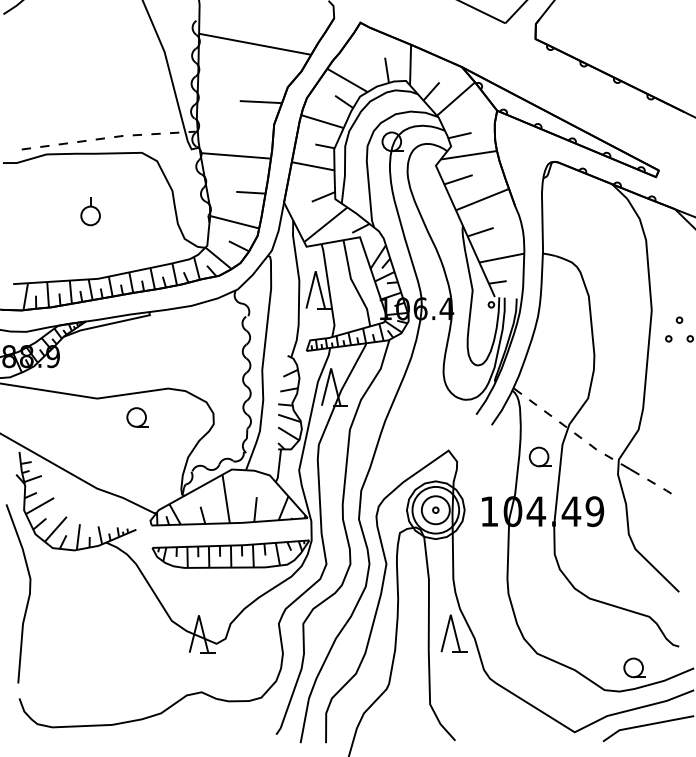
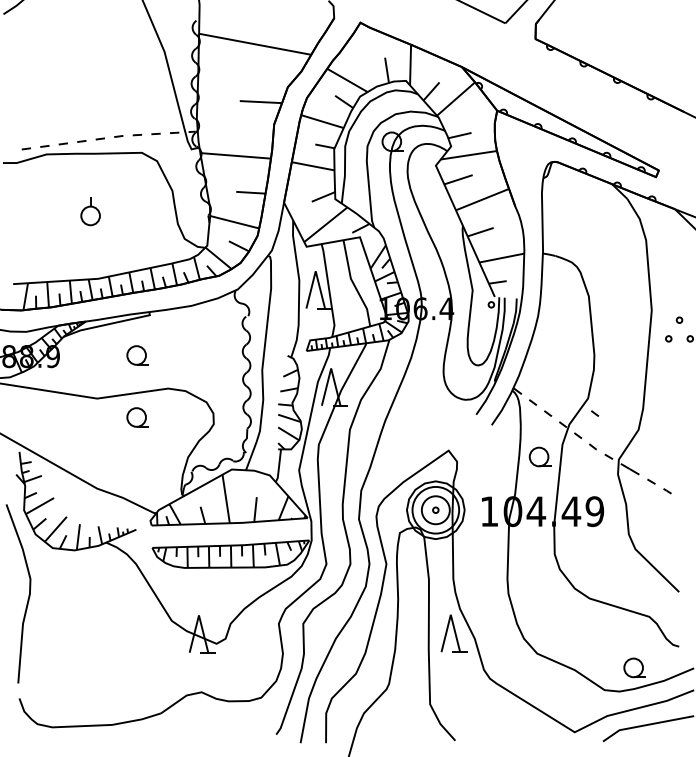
part at (137, 355): none -> present
line at (595, 413): none -> present
